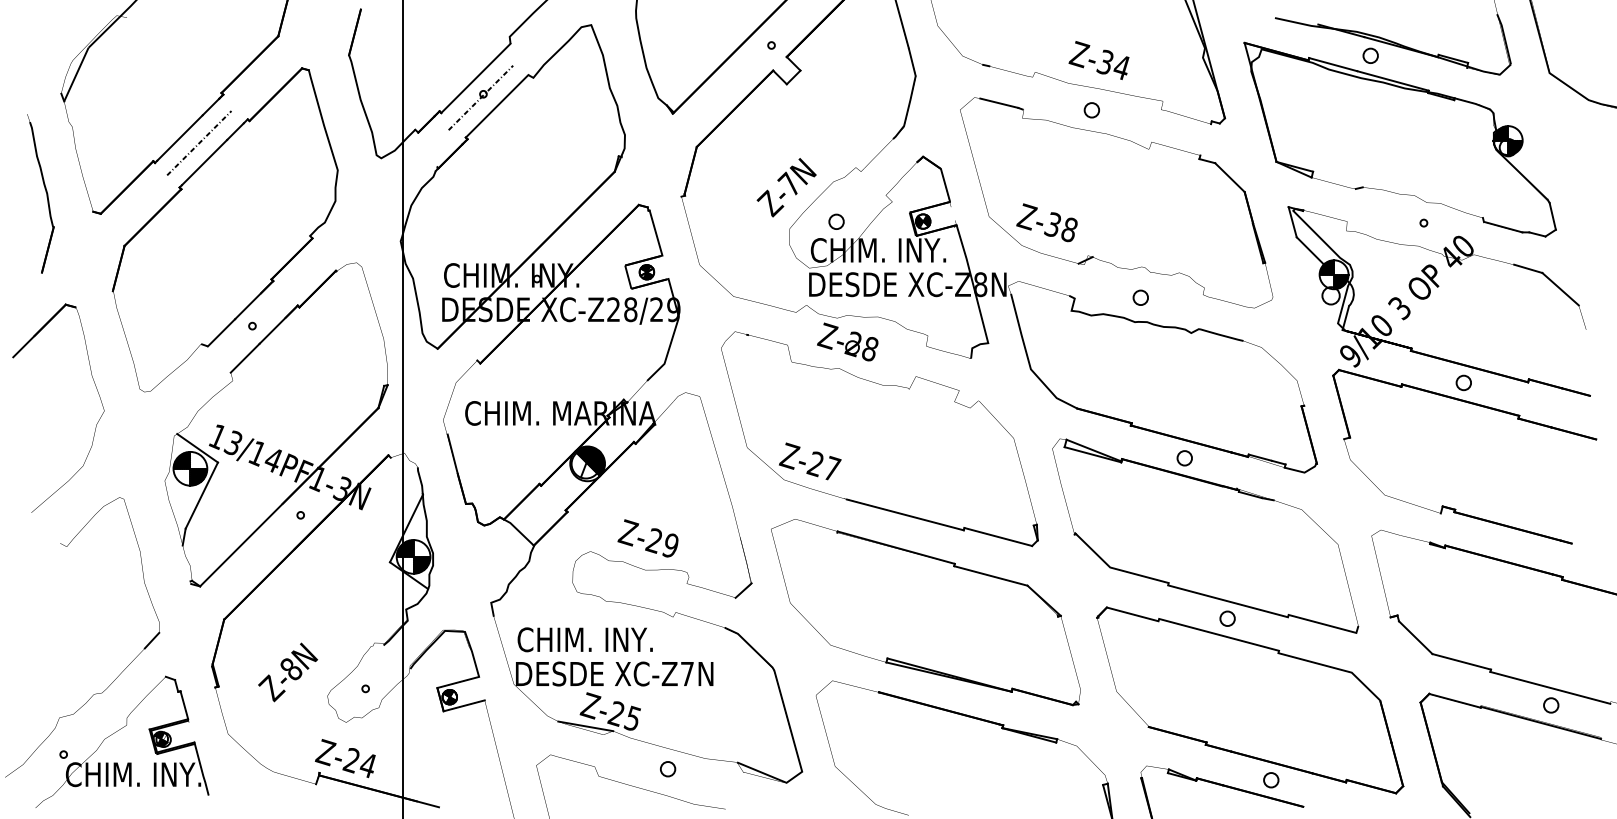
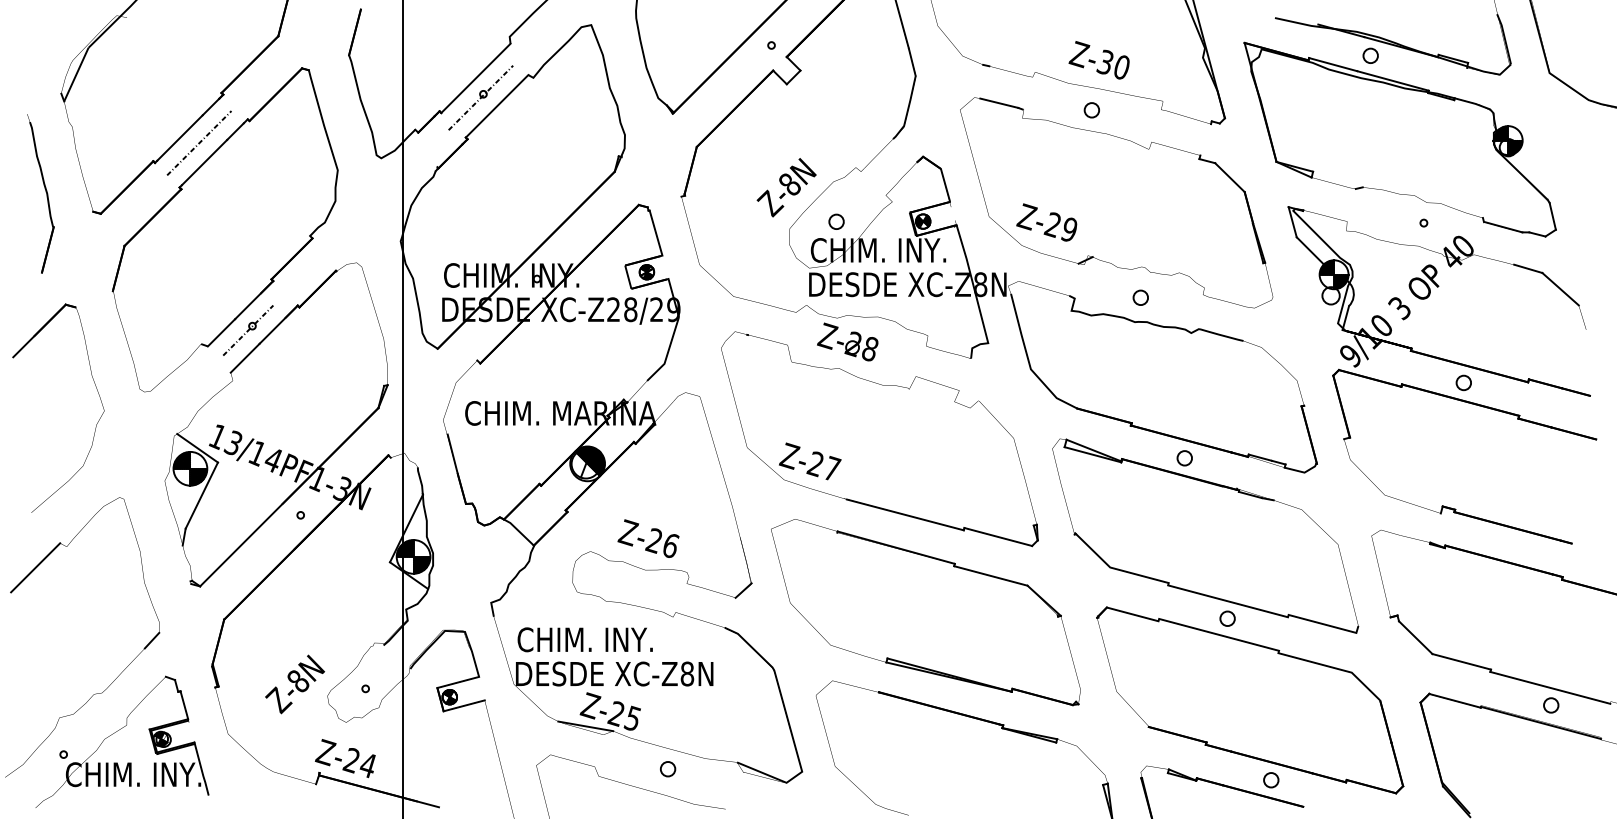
text at (1121, 67): Z-34 -> Z-30
text at (788, 183): Z-7N -> Z-8N
text at (1060, 227): Z-38 -> Z-29
line at (248, 330): none -> present
text at (670, 545): Z-29 -> Z-26
line at (35, 567): none -> present
text at (288, 672) position: (288, 672) -> (295, 684)
text at (687, 673): XC-Z7N -> XC-Z8N
